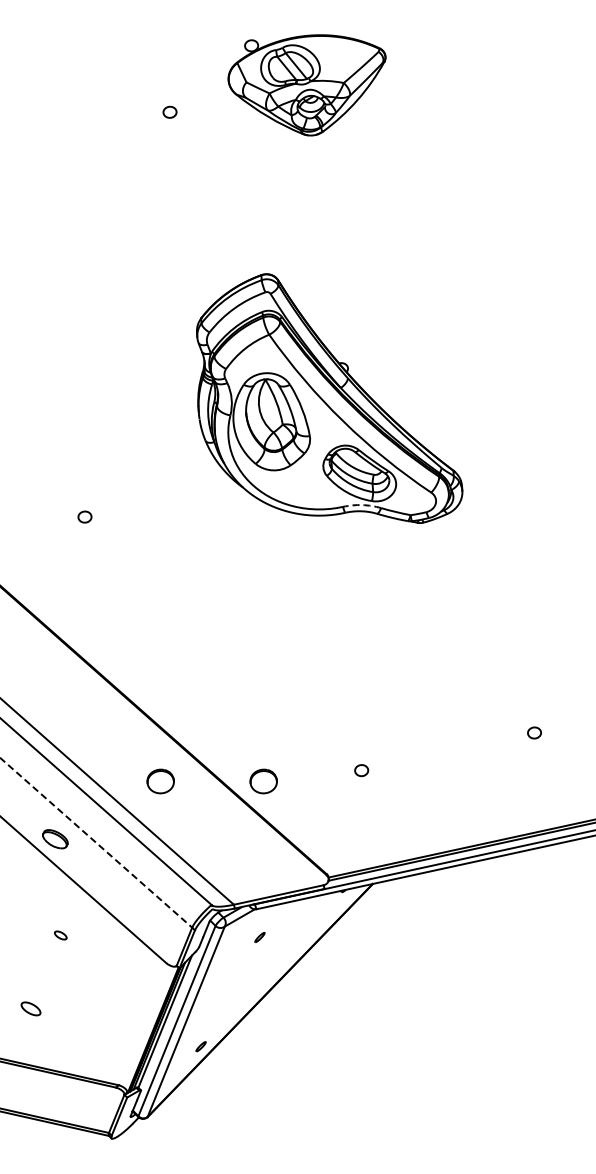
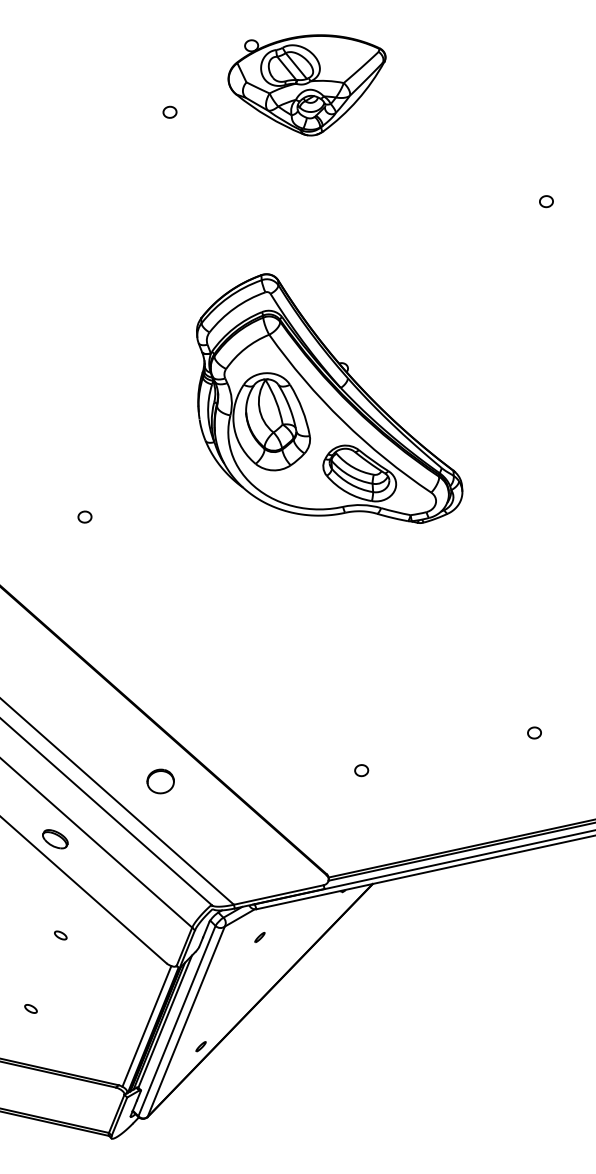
part at (546, 201): none -> present
arc at (362, 505): dashed -> solid
part at (263, 781): present -> none
line at (96, 842): dashed -> solid
part at (30, 1008) size: 22x16 px -> 14x10 px
line at (146, 1026): none -> present
